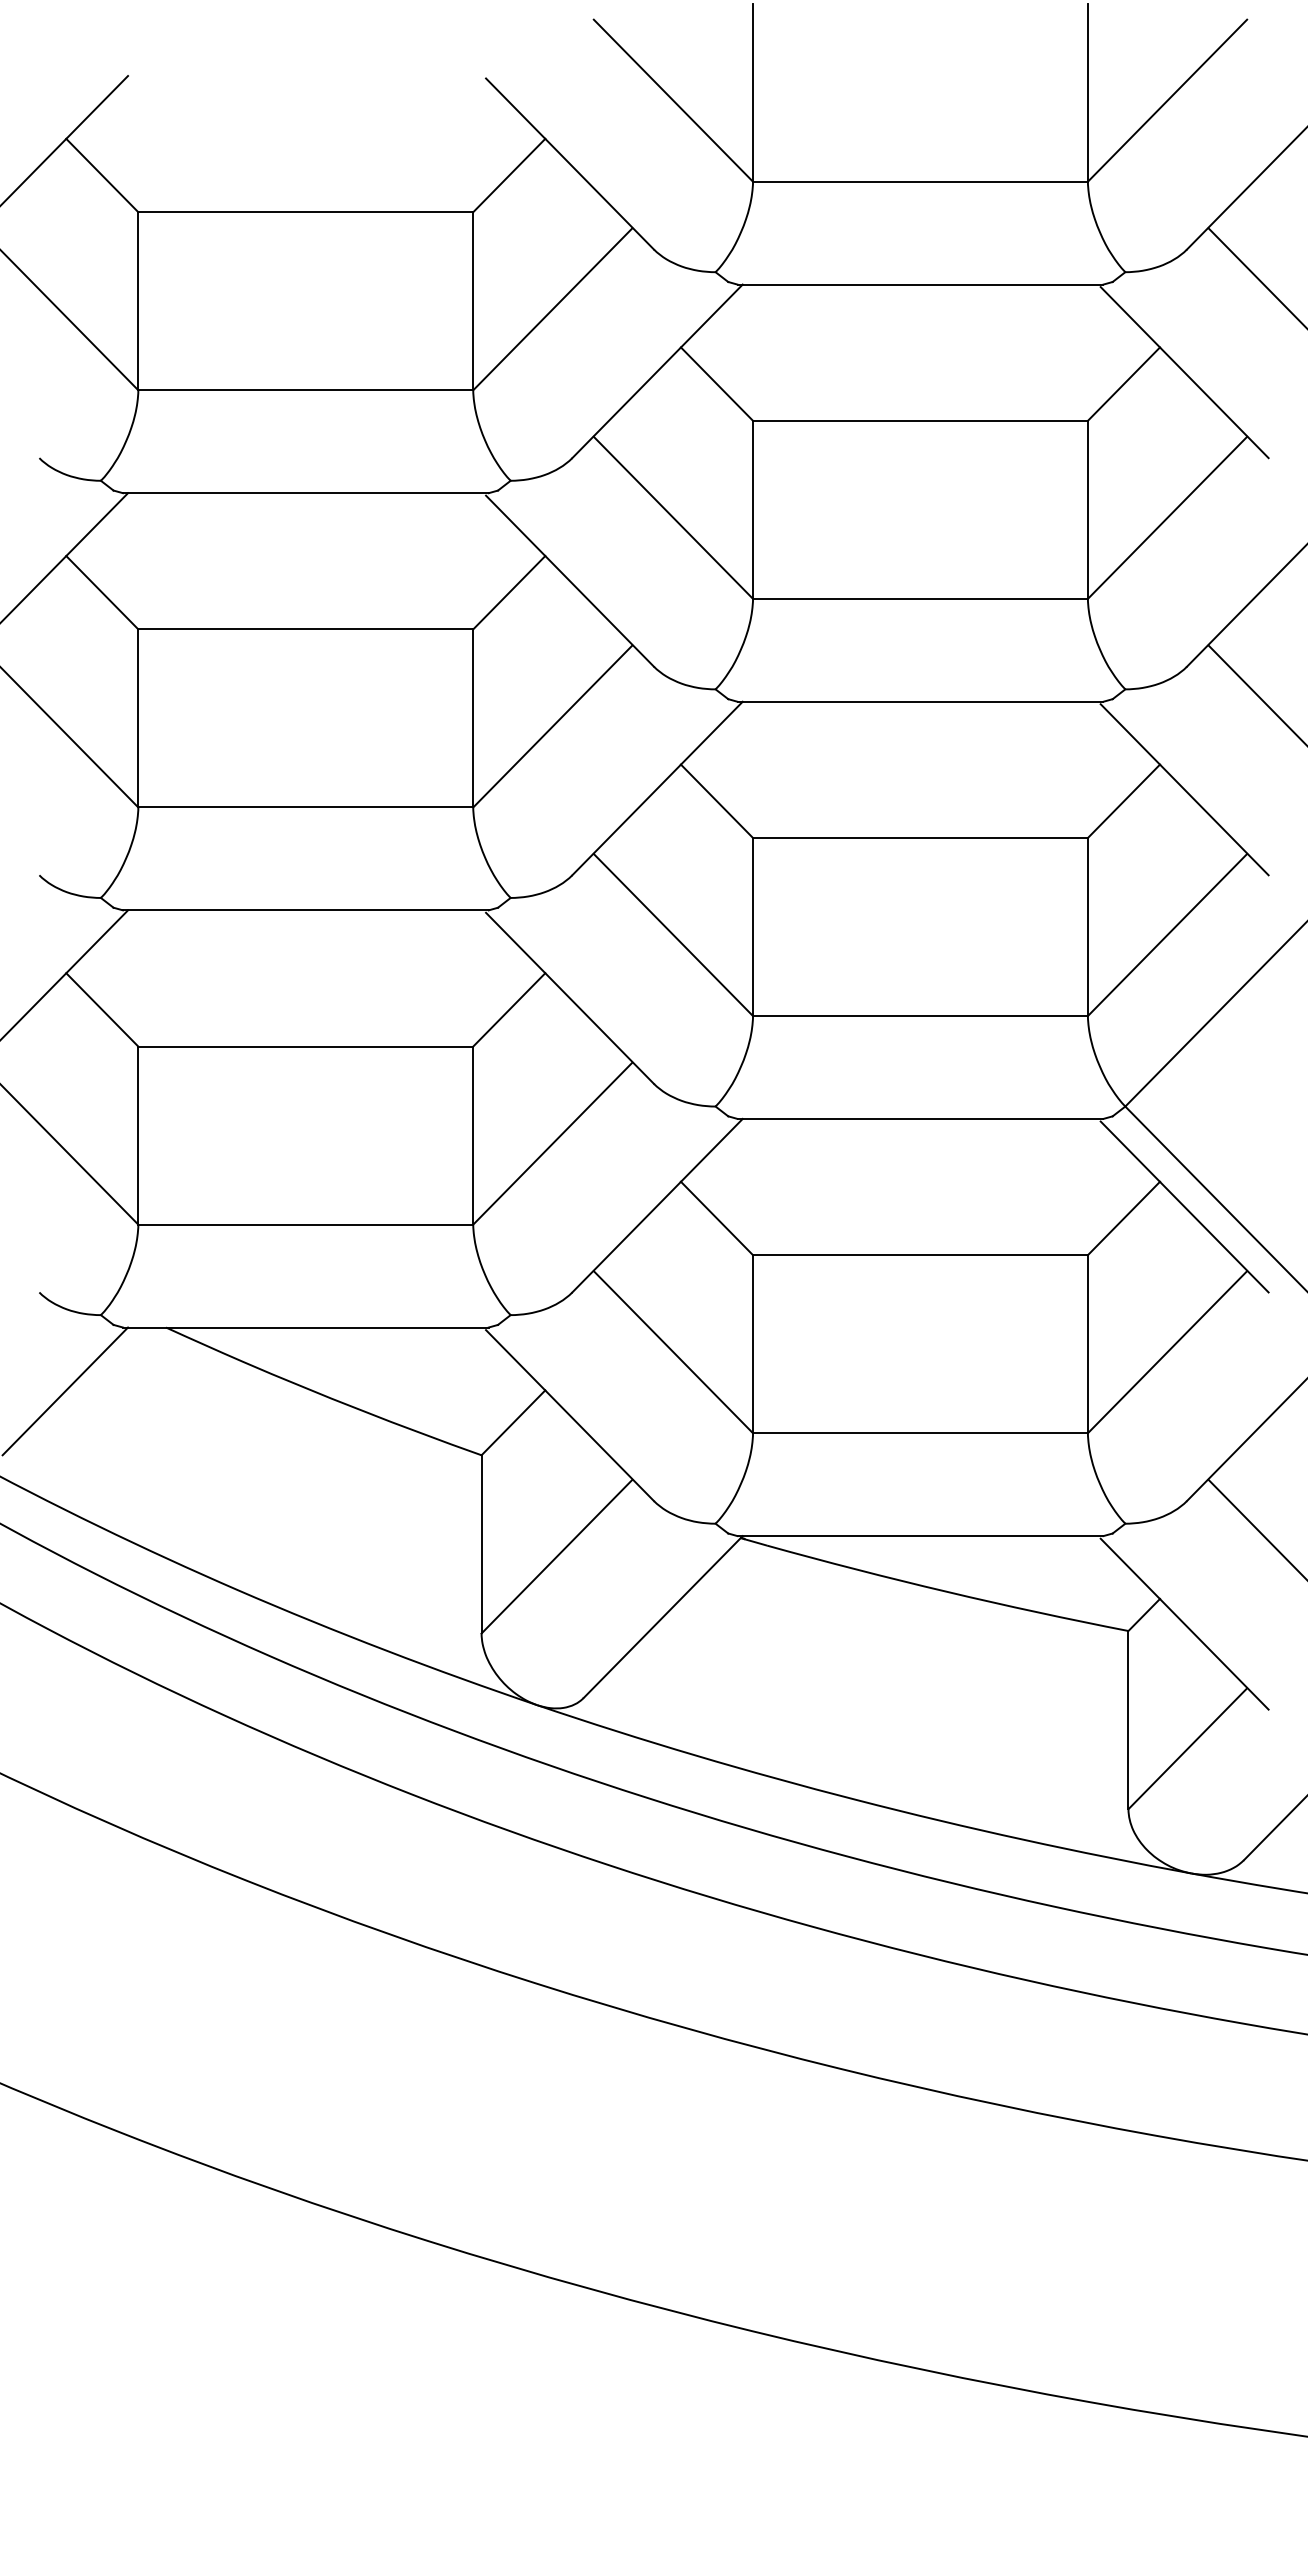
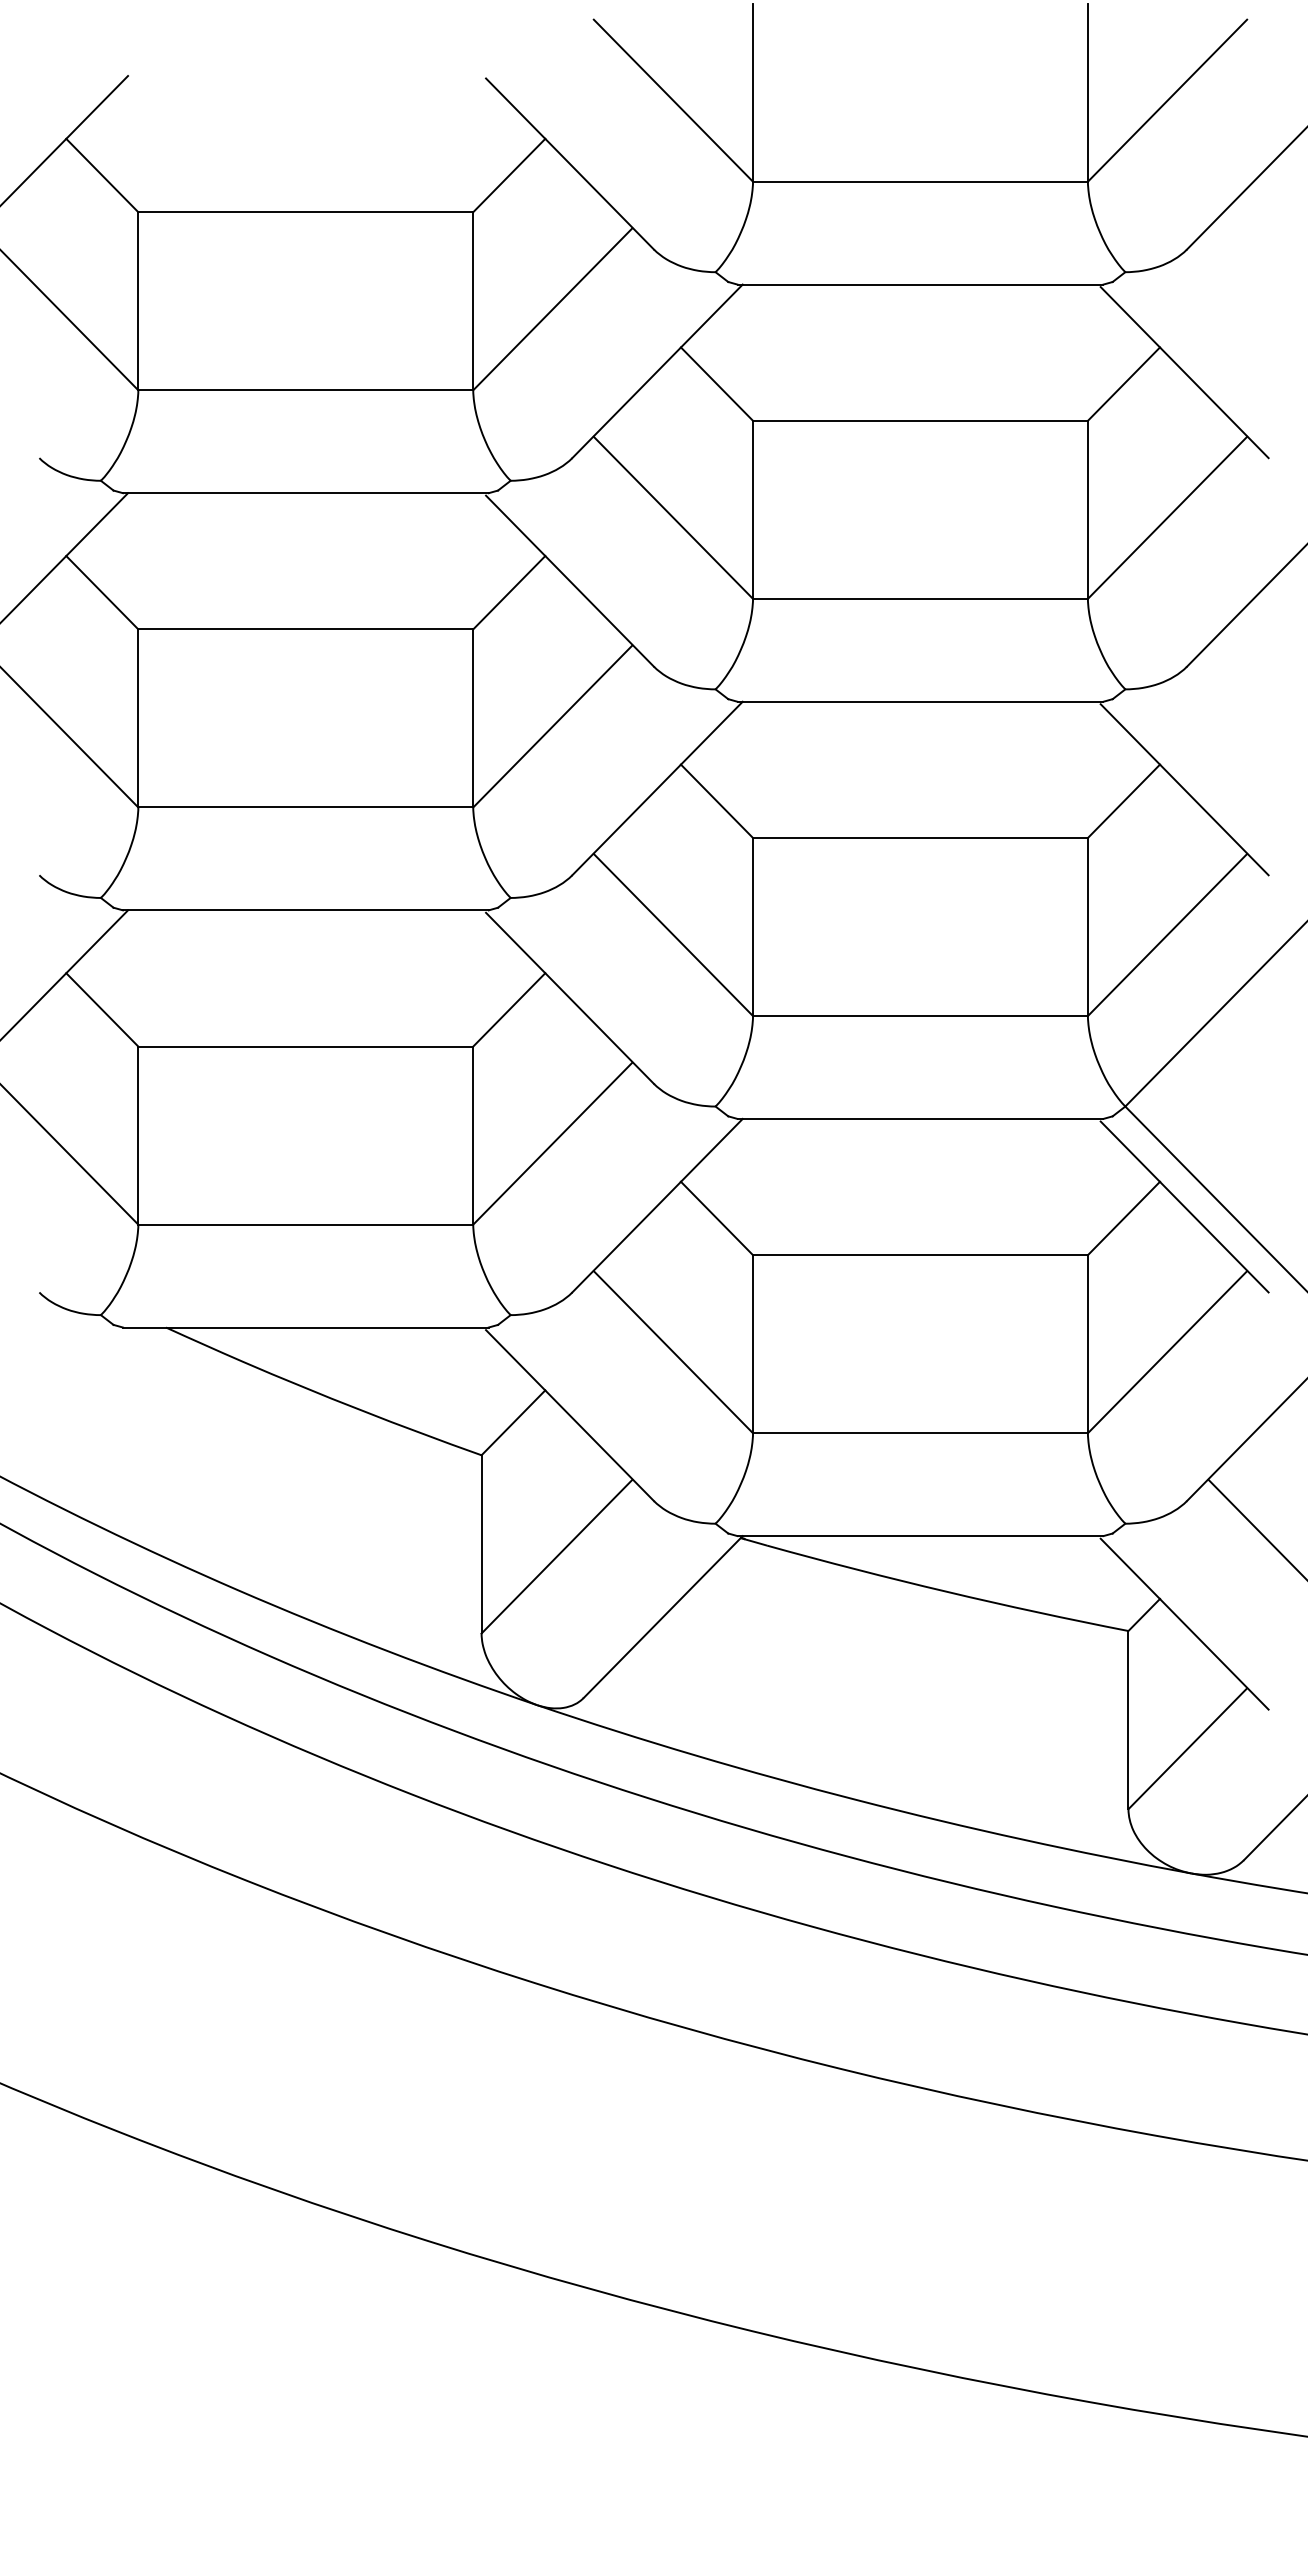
line at (1256, 277): present -> none
line at (1256, 694): present -> none
line at (65, 1391): present -> none
